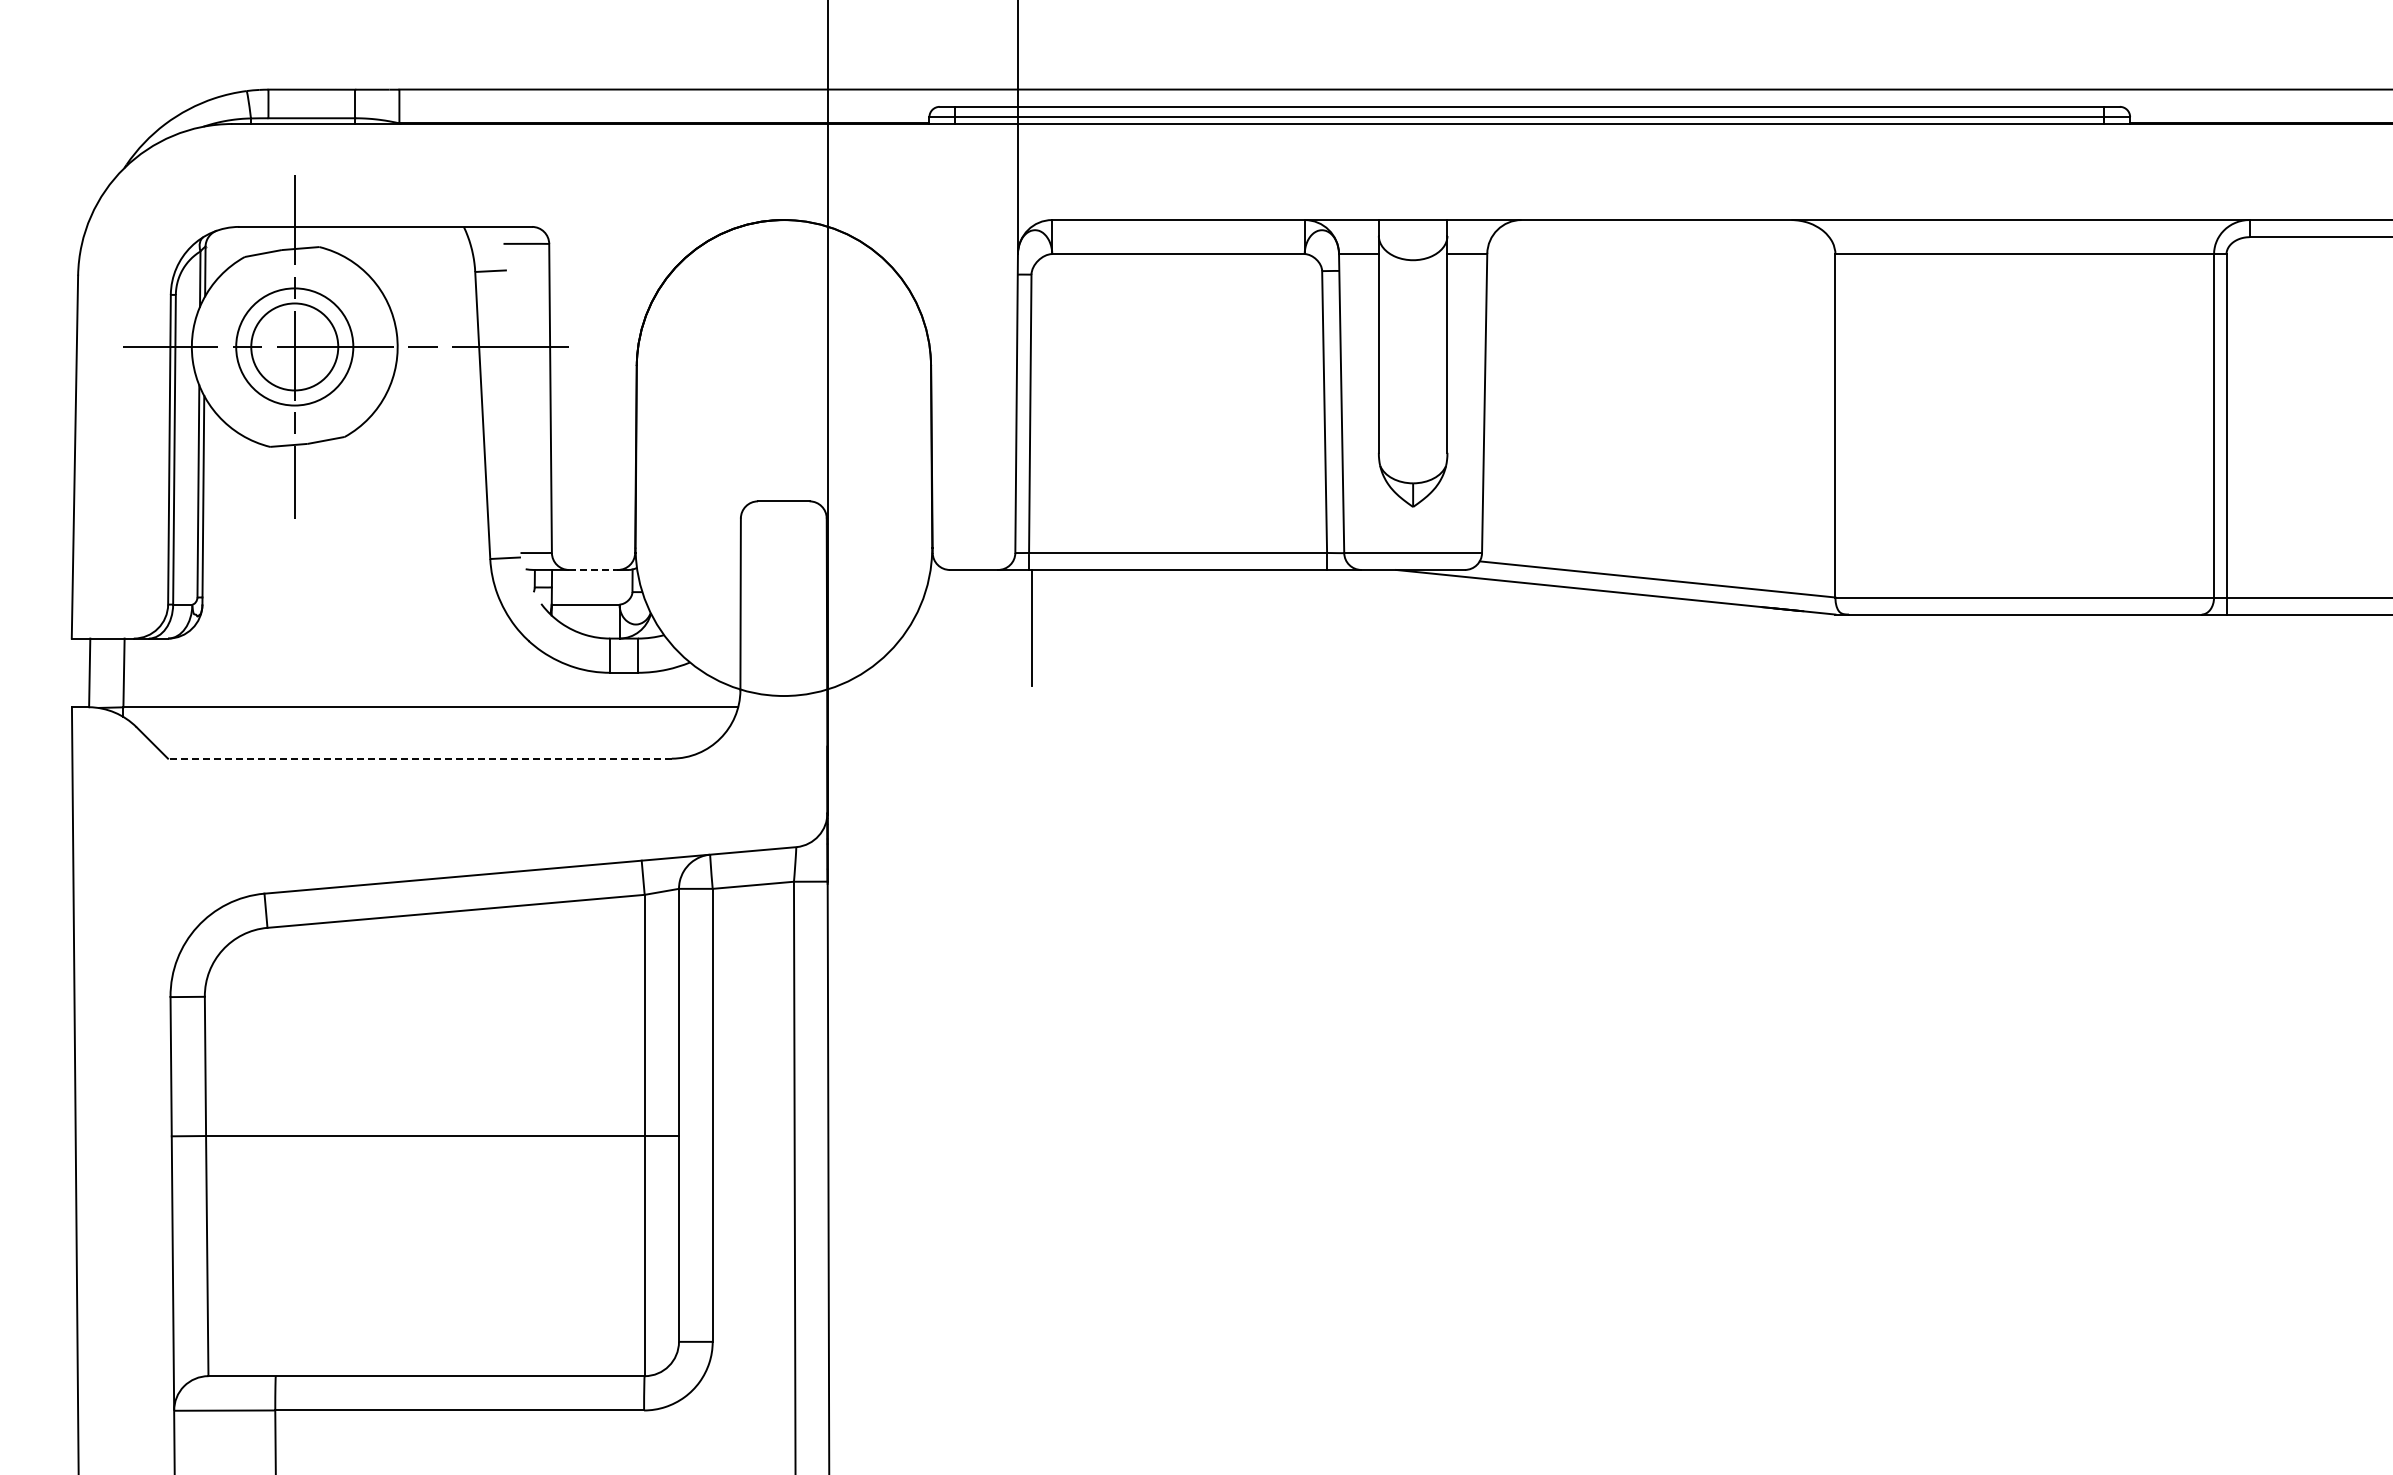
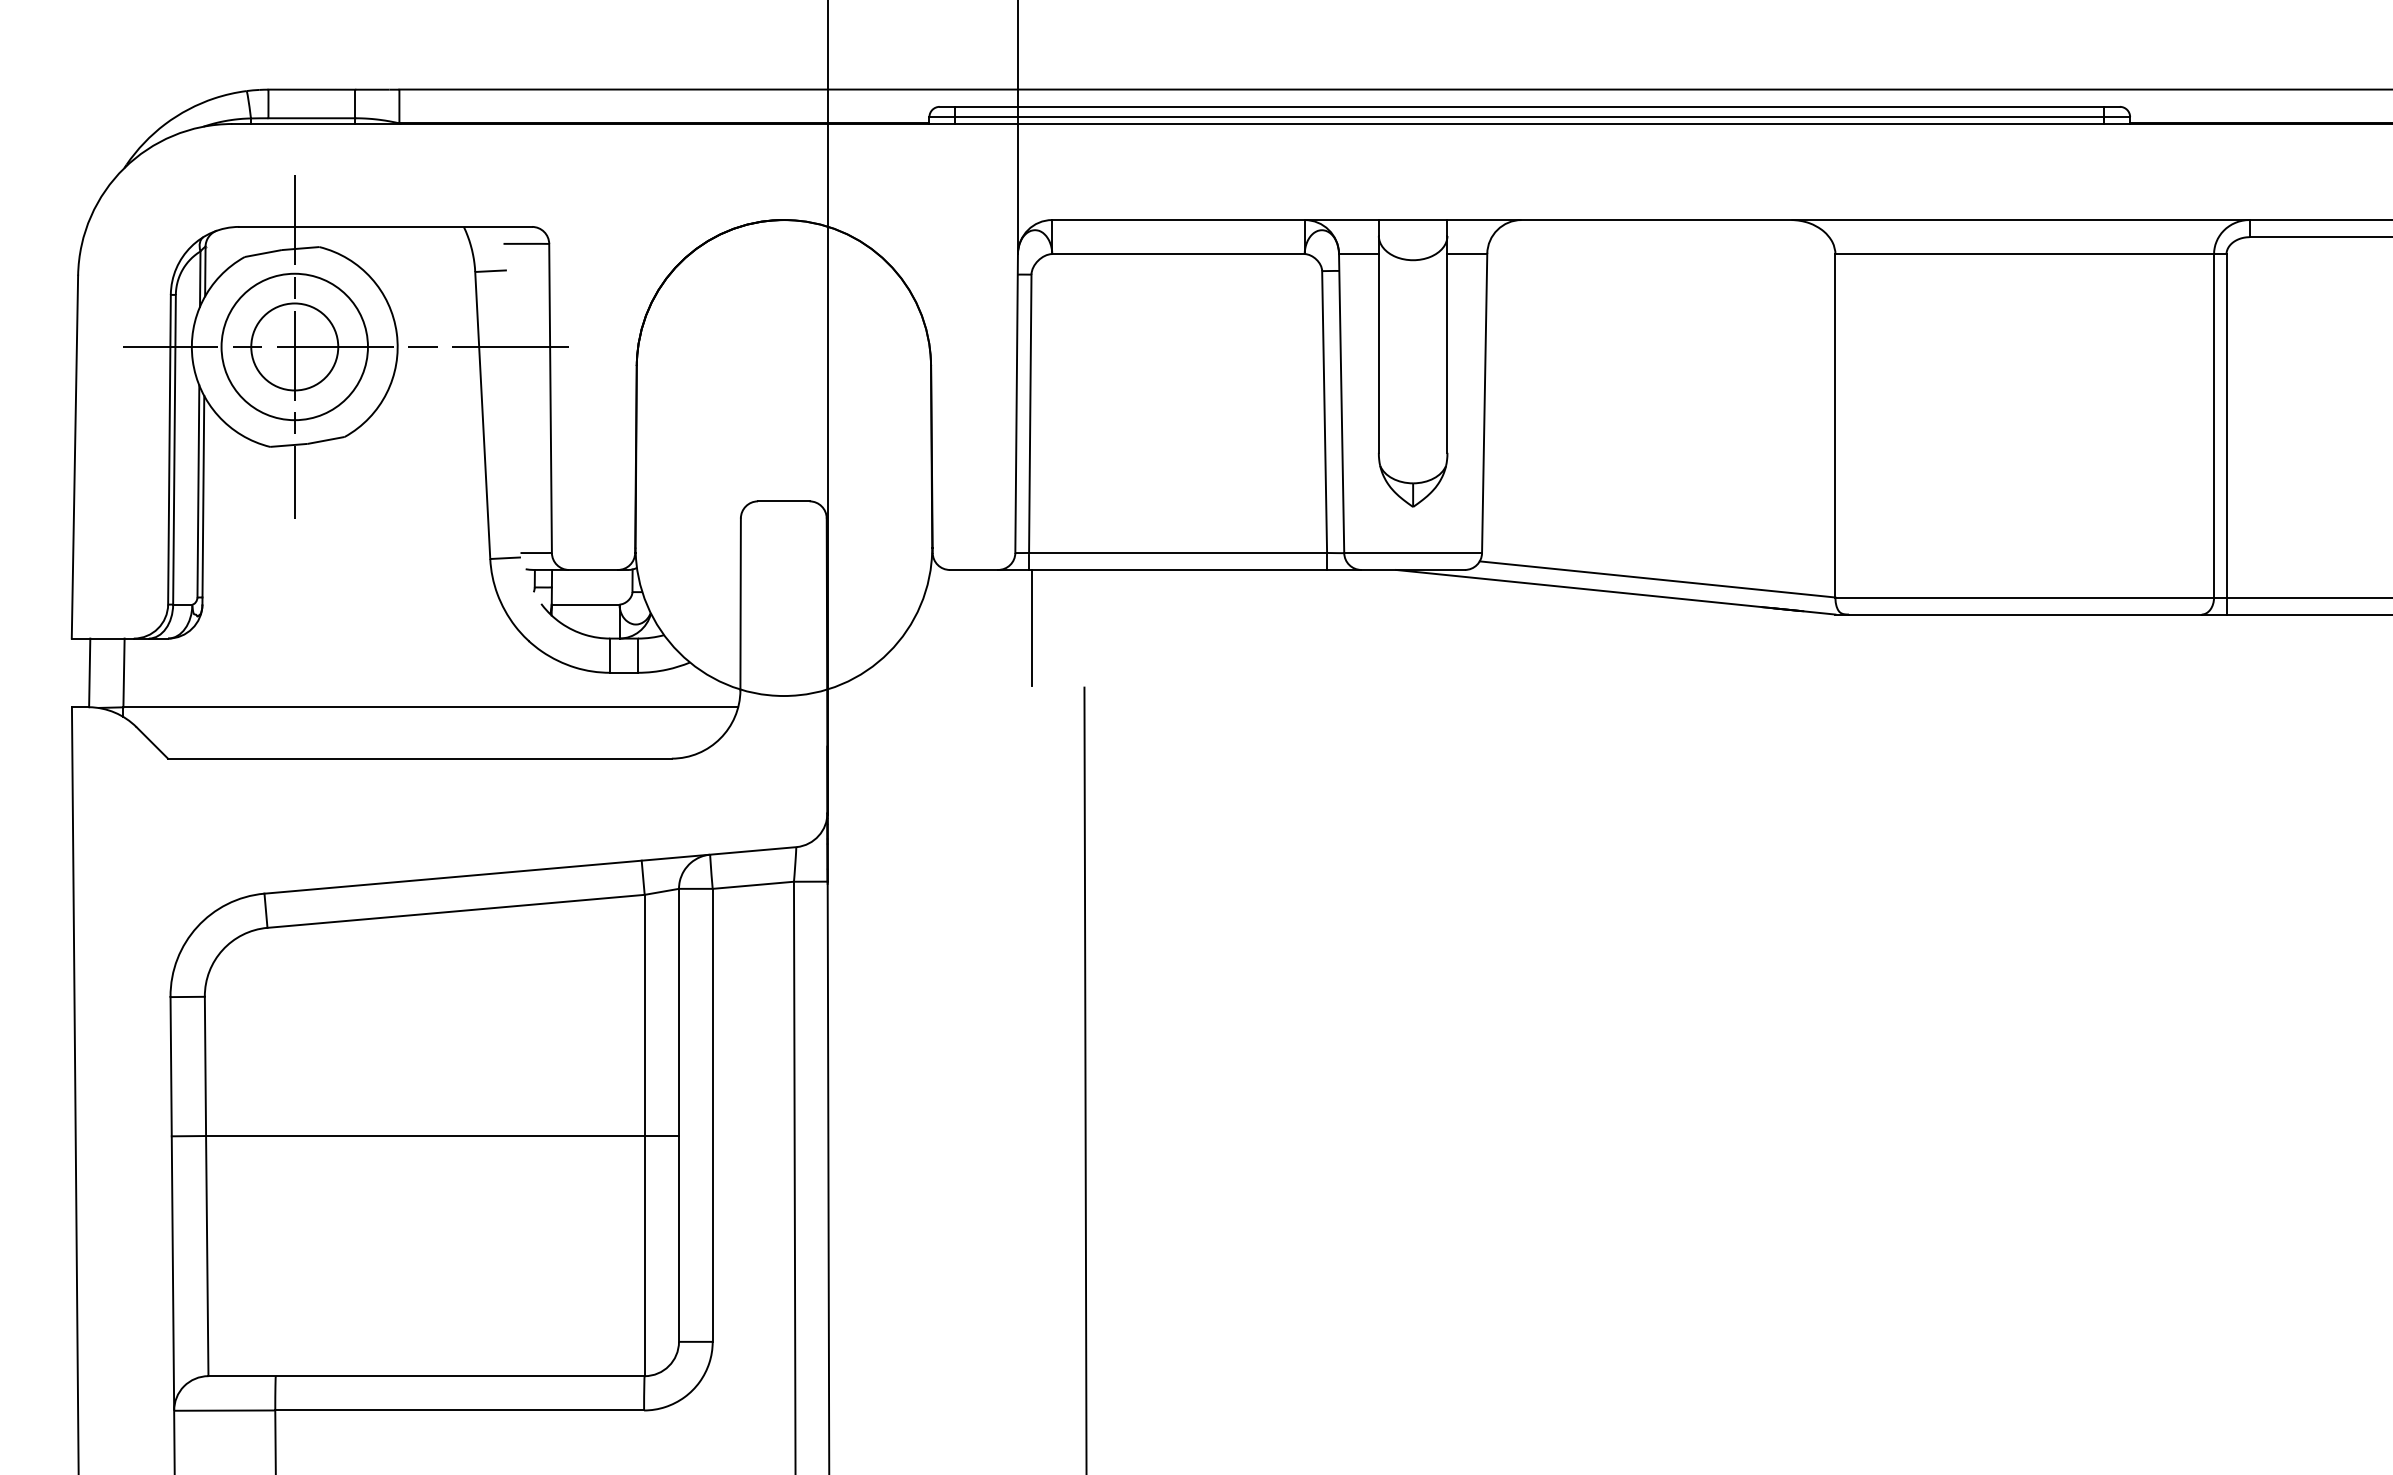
circle at (294, 346) diameter: 117 px -> 146 px
line at (594, 569): dashed -> solid
line at (419, 758): dashed -> solid
line at (1085, 1079): none -> present
